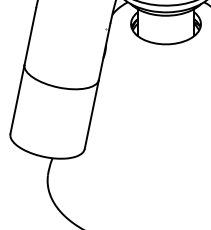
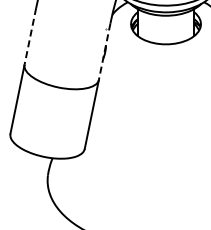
line at (30, 36): solid -> dashed
line at (104, 51): solid -> dashed
